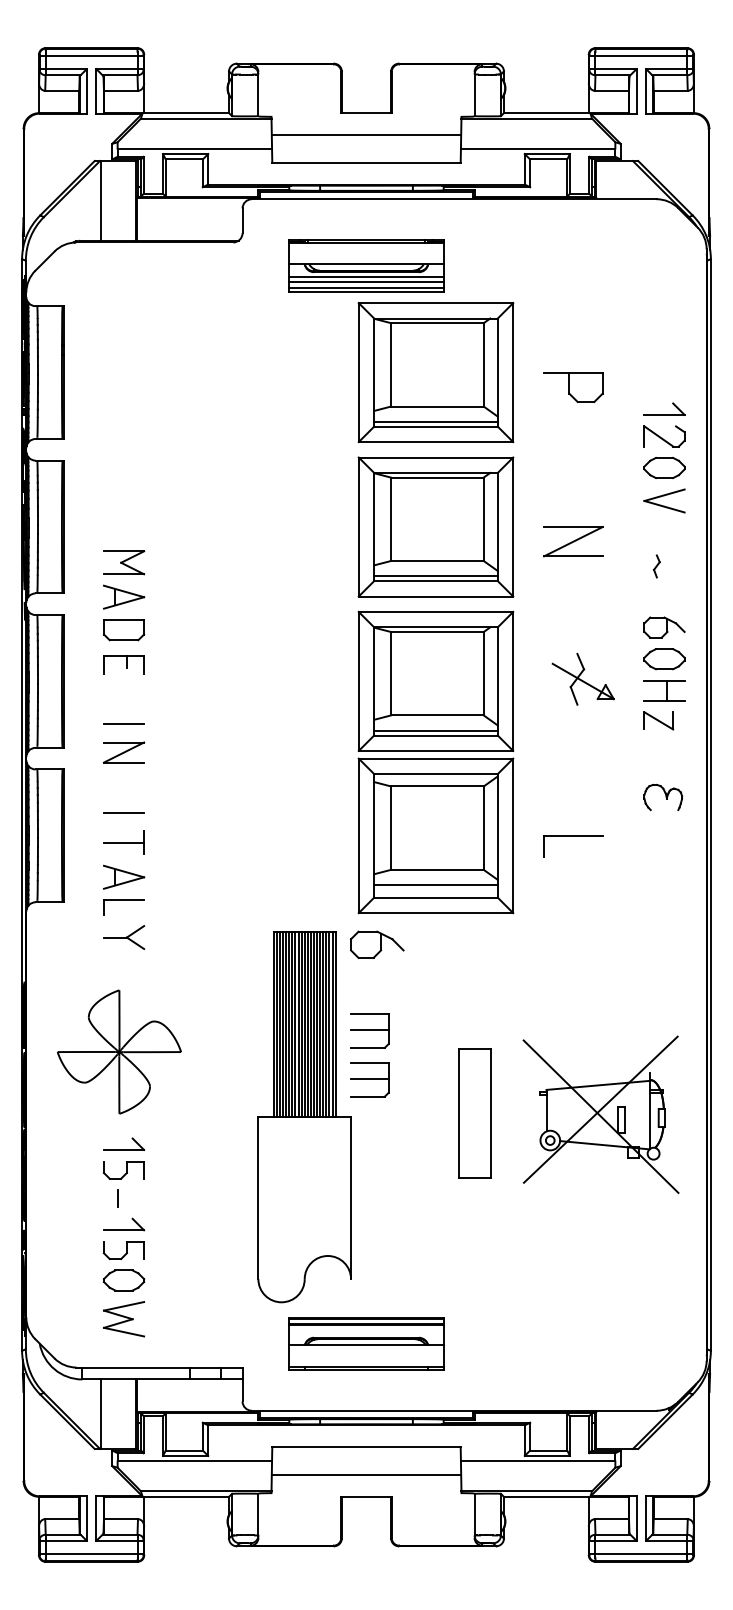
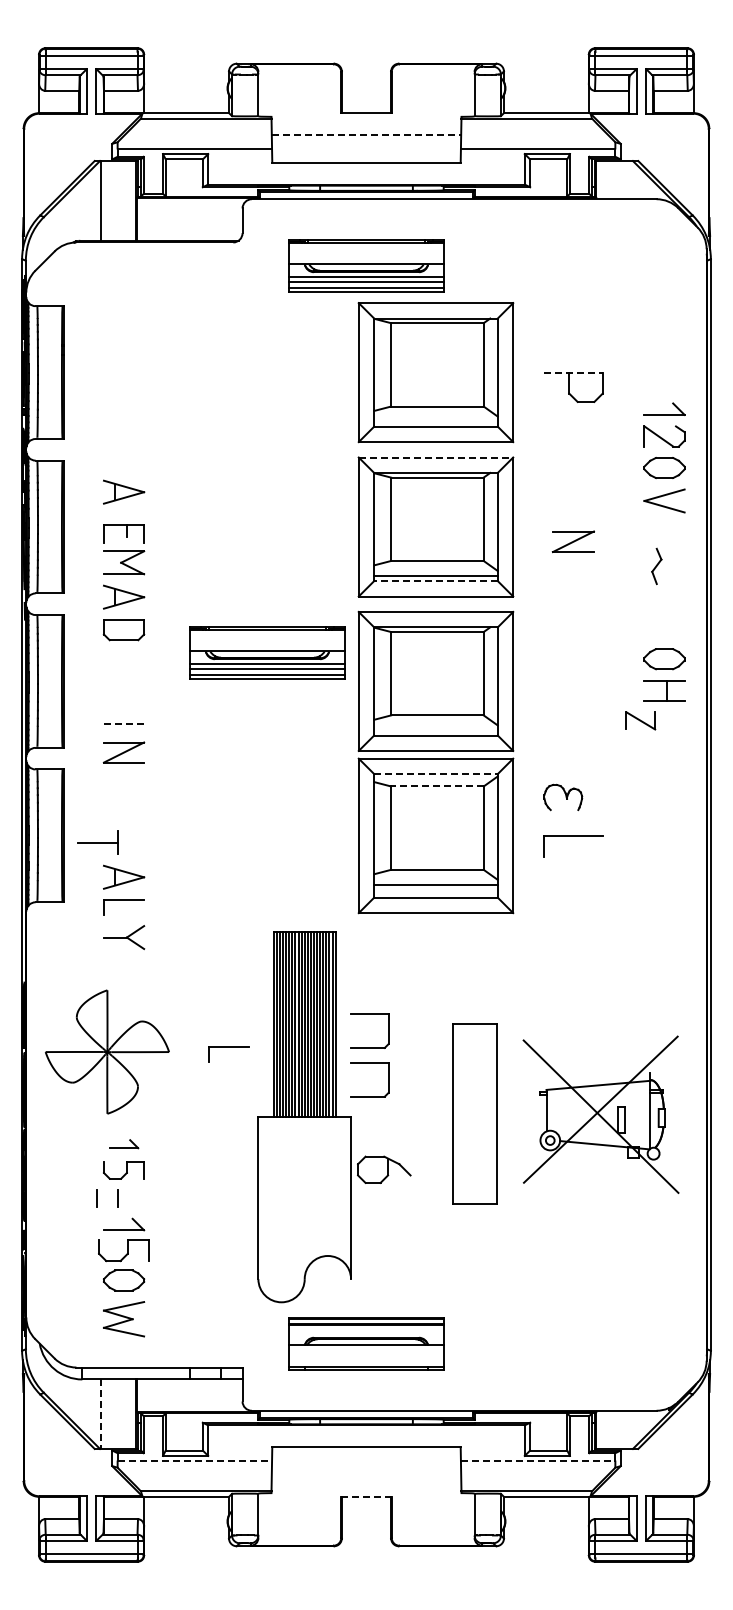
line at (366, 134): solid -> dashed
line at (573, 372): solid -> dashed
line at (435, 422): present -> none
line at (436, 457): solid -> dashed
part at (124, 491): none -> present
part at (573, 541) size: 61x32 px -> 44x24 px
part at (656, 566) size: 8x25 px -> 12x38 px
line at (435, 581): solid -> dashed
part at (664, 627): present -> none
part at (267, 652): none -> present
part at (123, 664) position: (123, 664) -> (123, 533)
part at (582, 678): present -> none
part at (658, 720) position: (658, 720) -> (640, 720)
line at (124, 724): solid -> dashed
line at (435, 730): present -> none
line at (435, 774): solid -> dashed
line at (436, 786): solid -> dashed
part at (663, 797) position: (663, 797) -> (563, 797)
line at (123, 813): present -> none
part at (123, 842) position: (123, 842) -> (97, 842)
part at (377, 944) position: (377, 944) -> (384, 1169)
line at (369, 1030): present -> none
part at (228, 1047): none -> present
part at (119, 1051) position: (119, 1051) -> (107, 1051)
line at (369, 1079): present -> none
part at (474, 1113) size: 34x131 px -> 46x182 px
part at (124, 1143) size: 43x14 px -> 31x11 px
line at (96, 1198): none -> present
part at (123, 1250) size: 43x20 px -> 52x24 px
line at (100, 1414): solid -> dashed
line at (195, 1460): solid -> dashed
line at (538, 1460): solid -> dashed
line at (366, 1475): present -> none
line at (366, 1496): solid -> dashed
